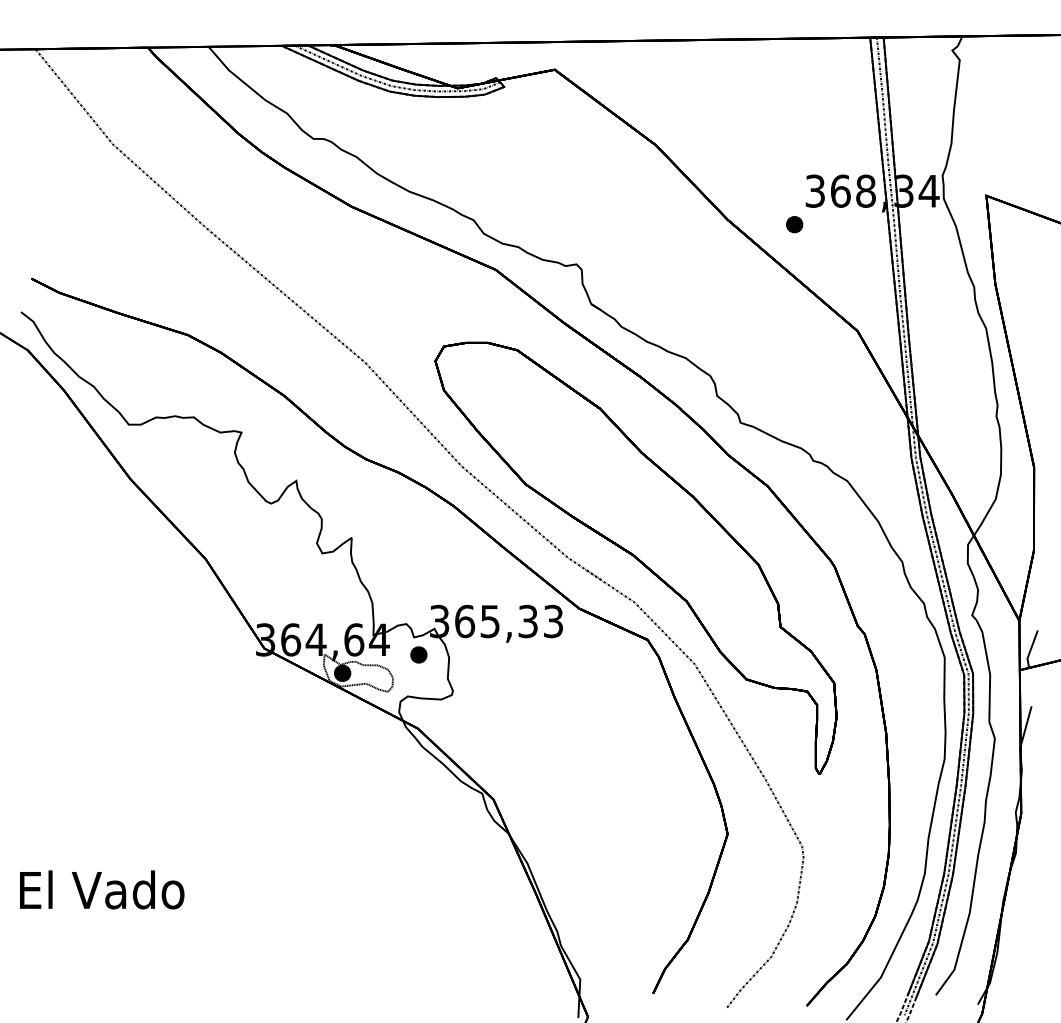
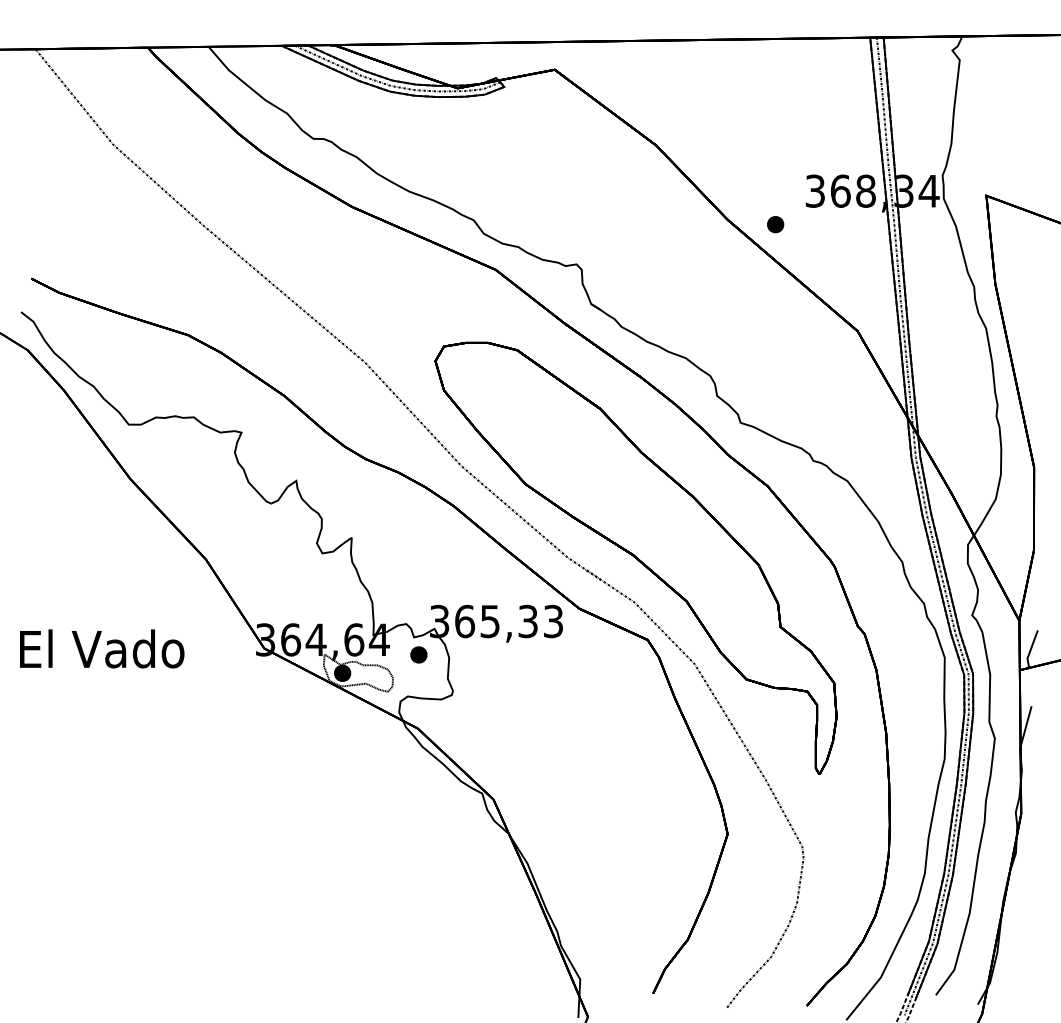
part at (794, 224) position: (794, 224) -> (775, 224)
text at (102, 889) position: (102, 889) -> (102, 648)
